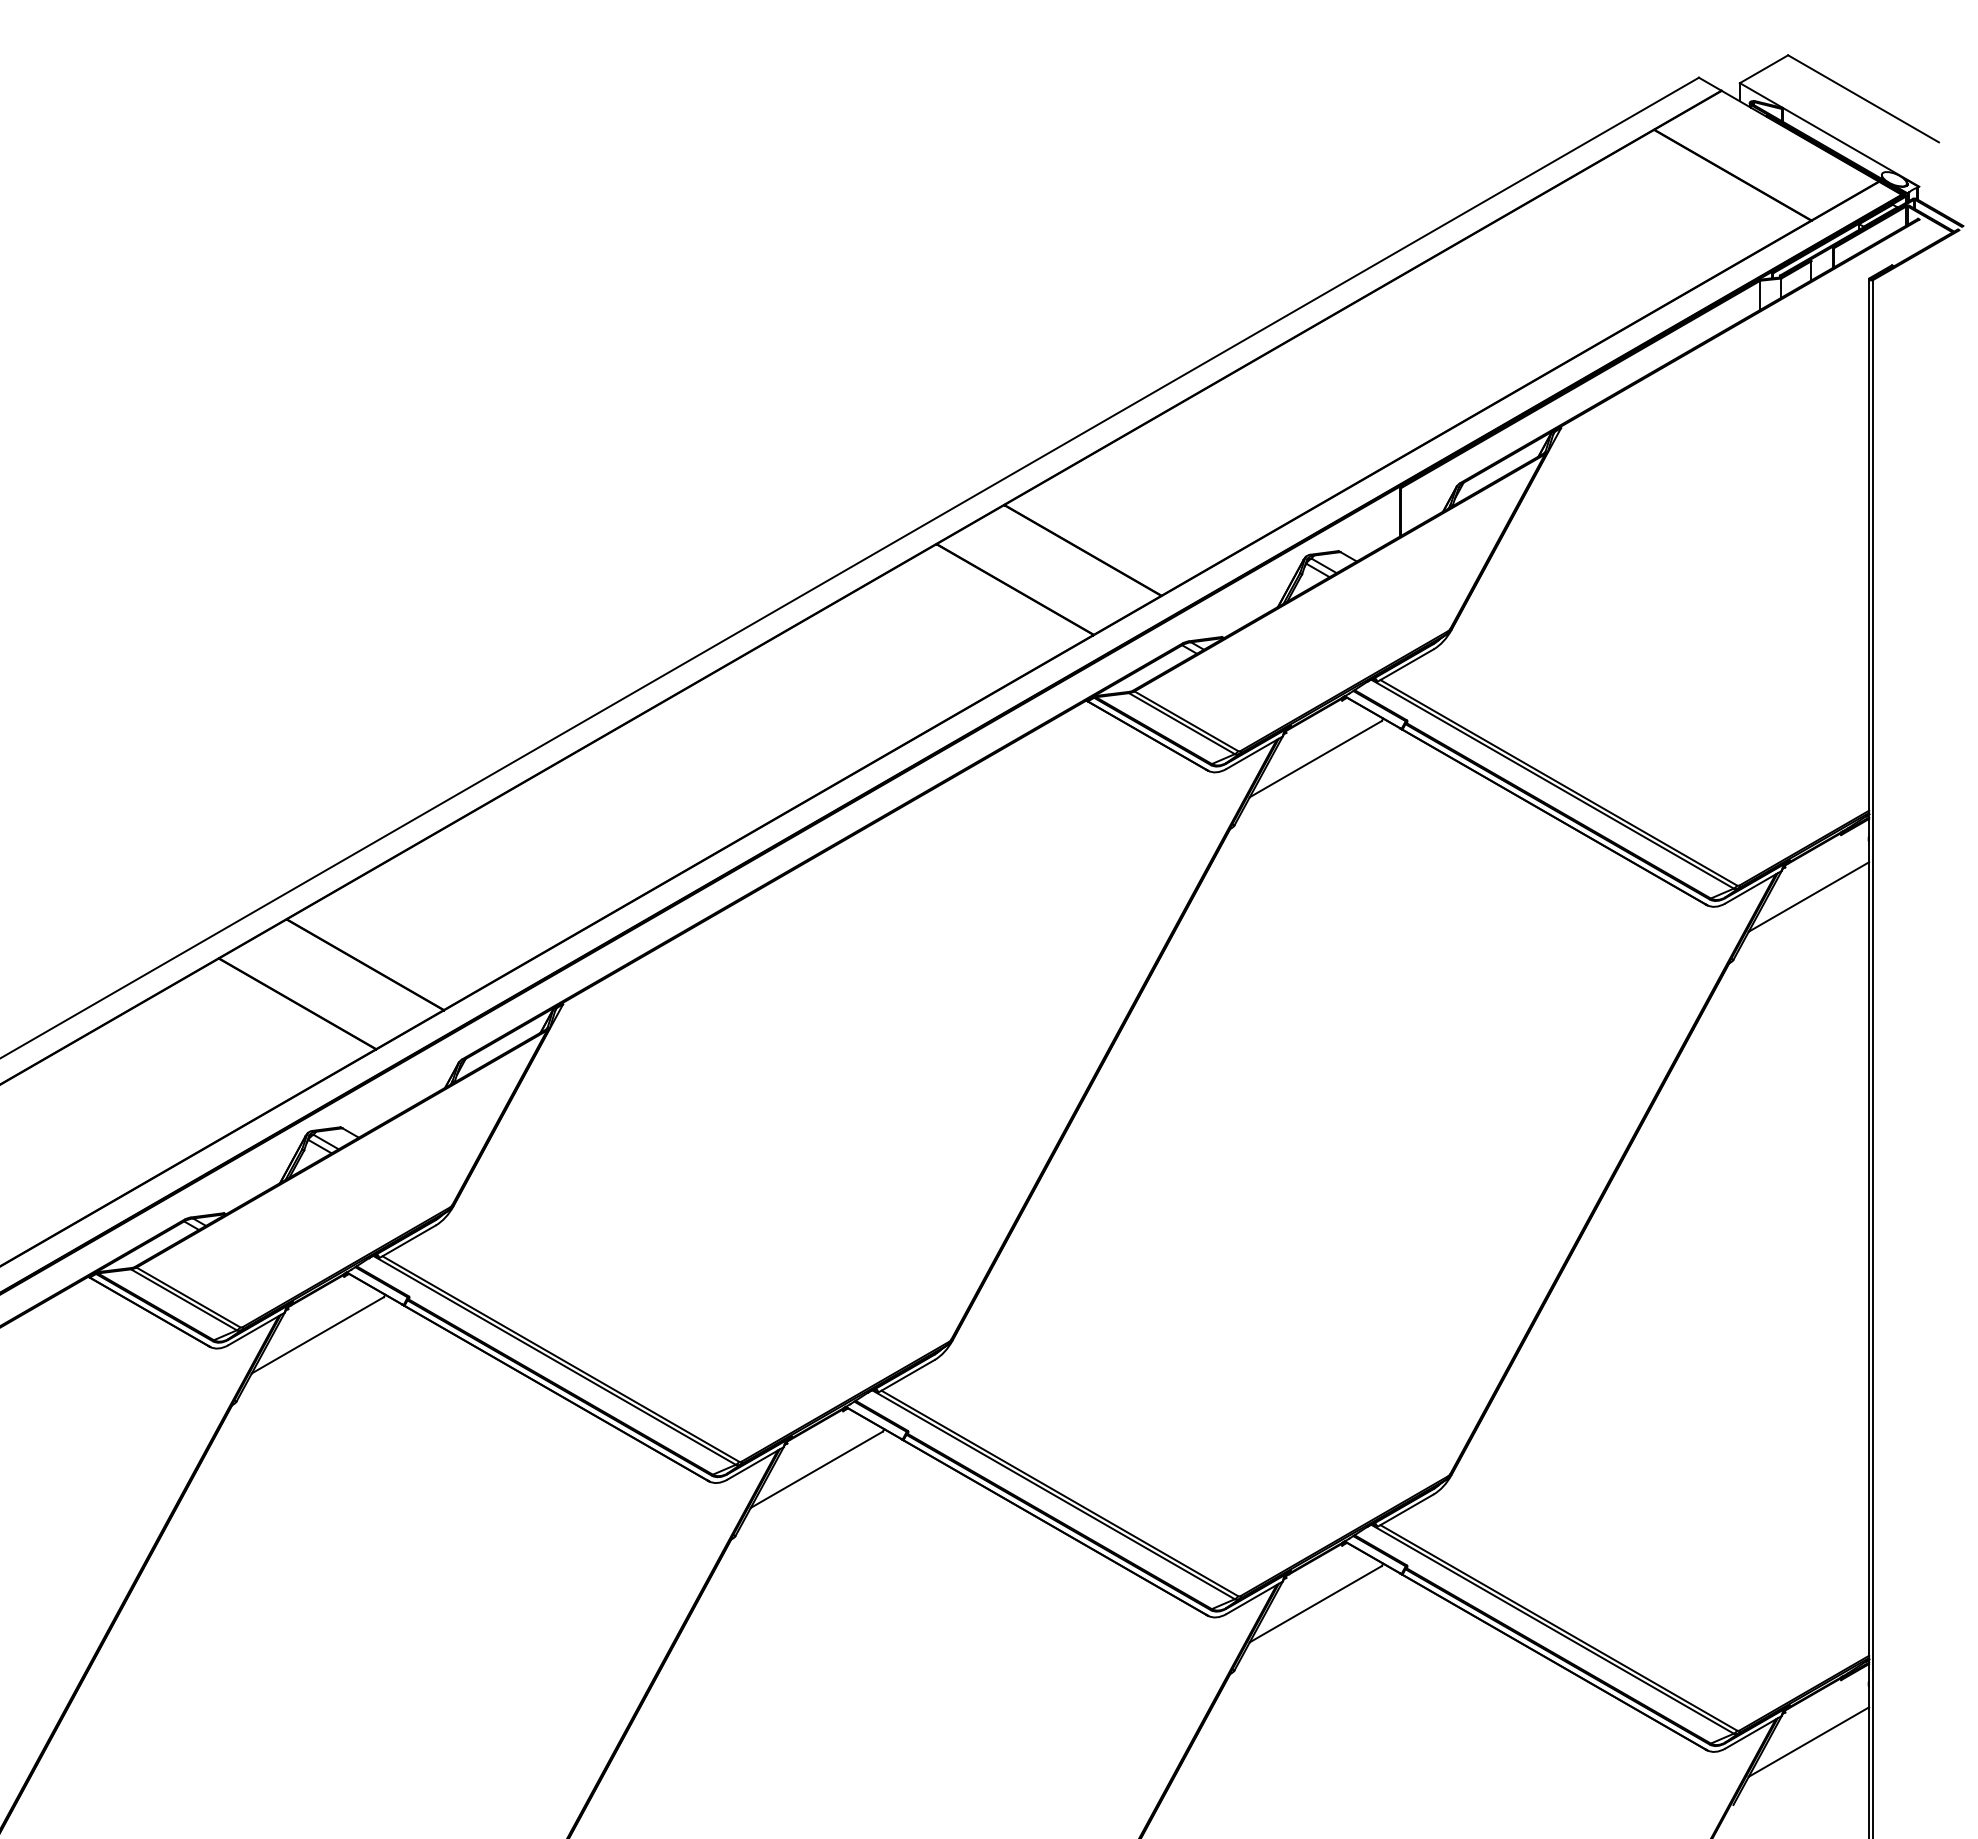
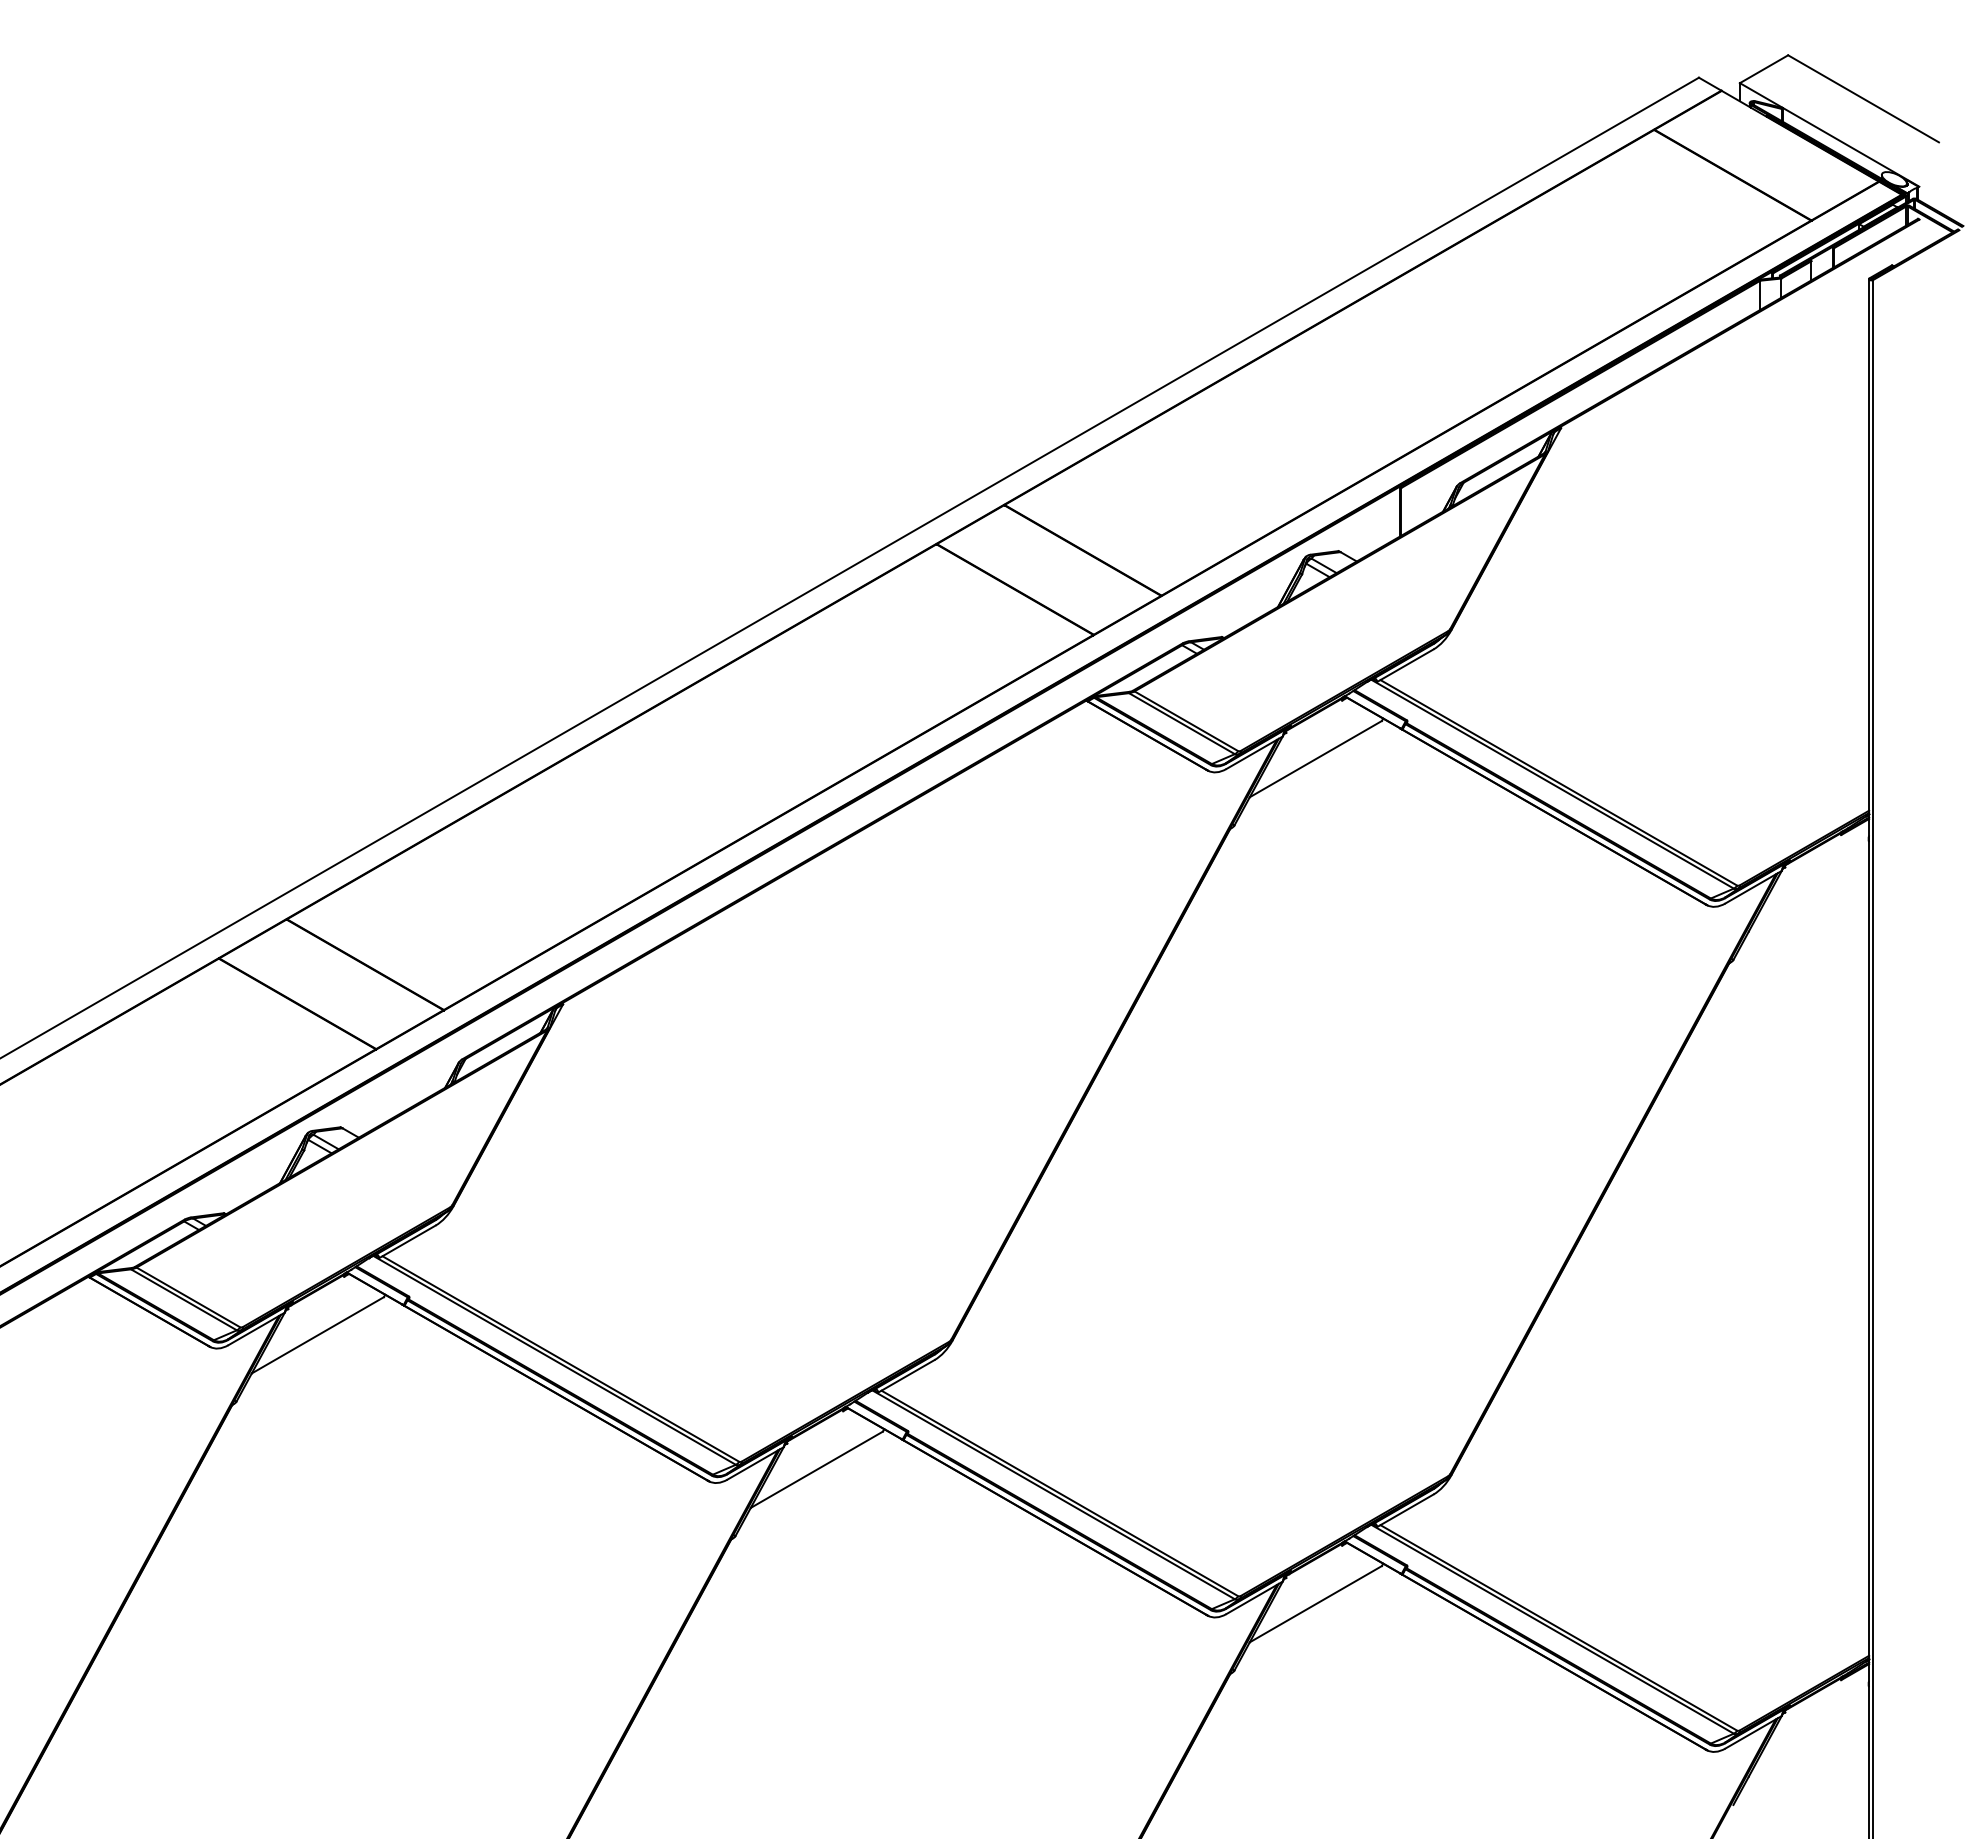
line at (1808, 896): present -> none
line at (1808, 1741): present -> none
